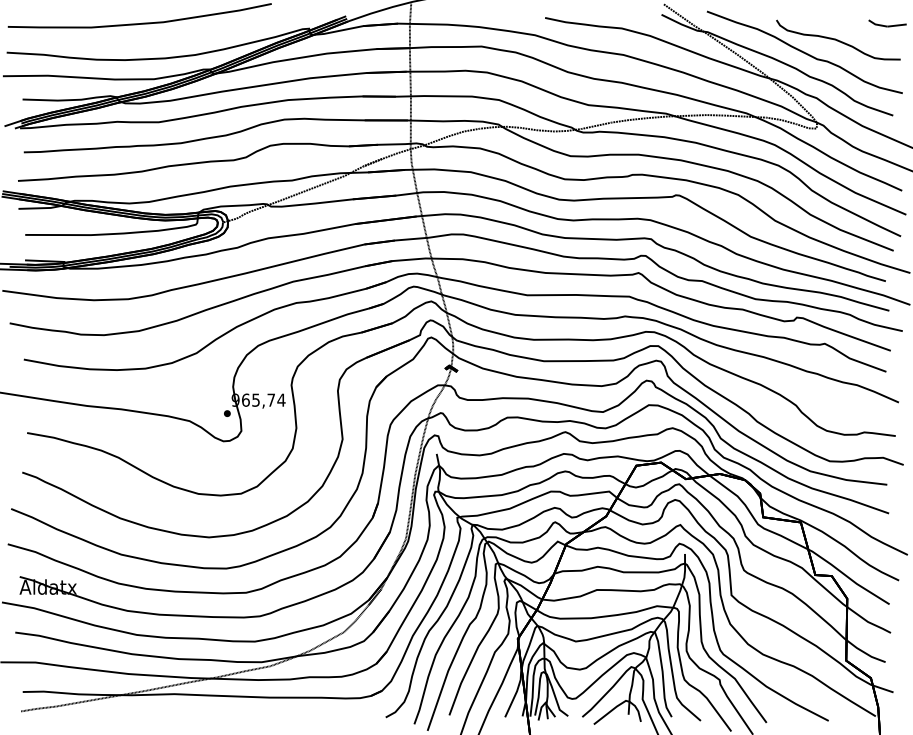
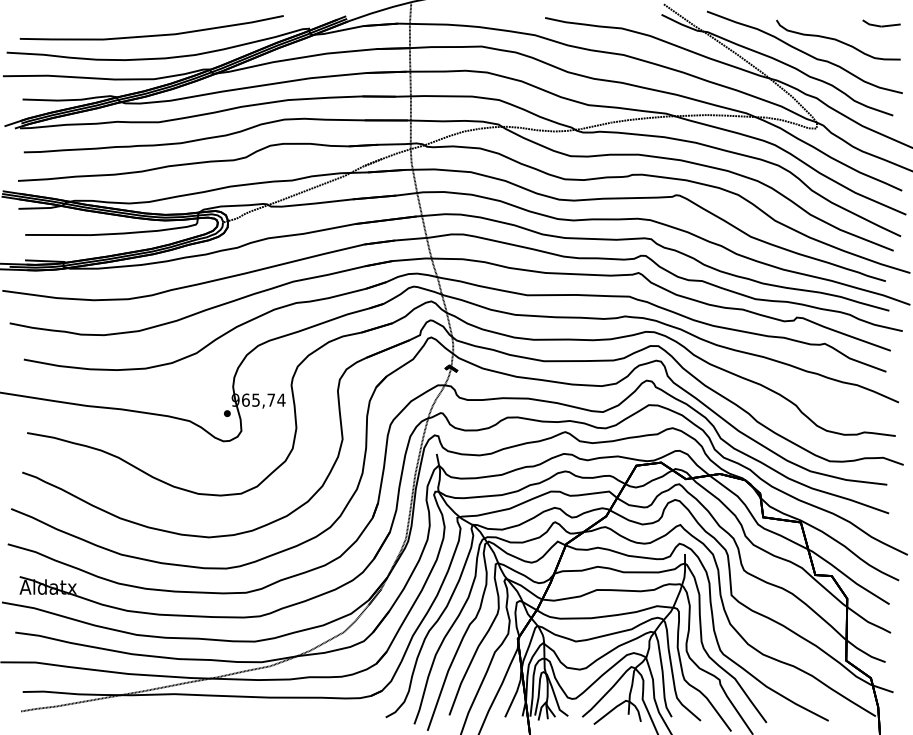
curve at (142, 22) position: (142, 22) -> (154, 34)
part at (887, 23) position: (887, 23) -> (881, 23)
